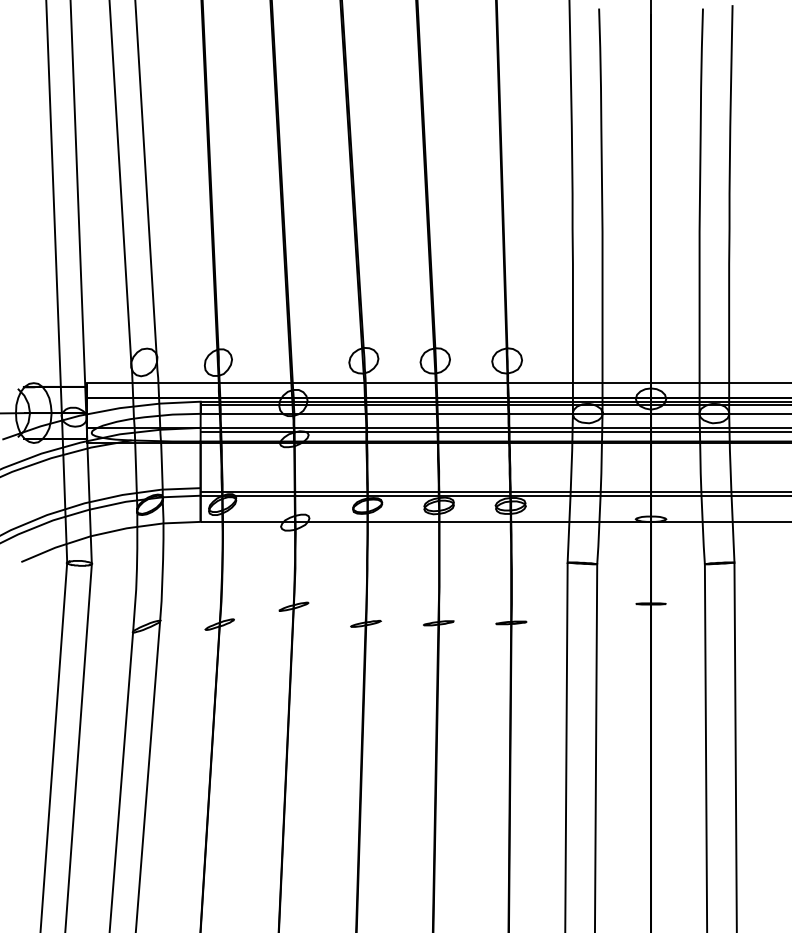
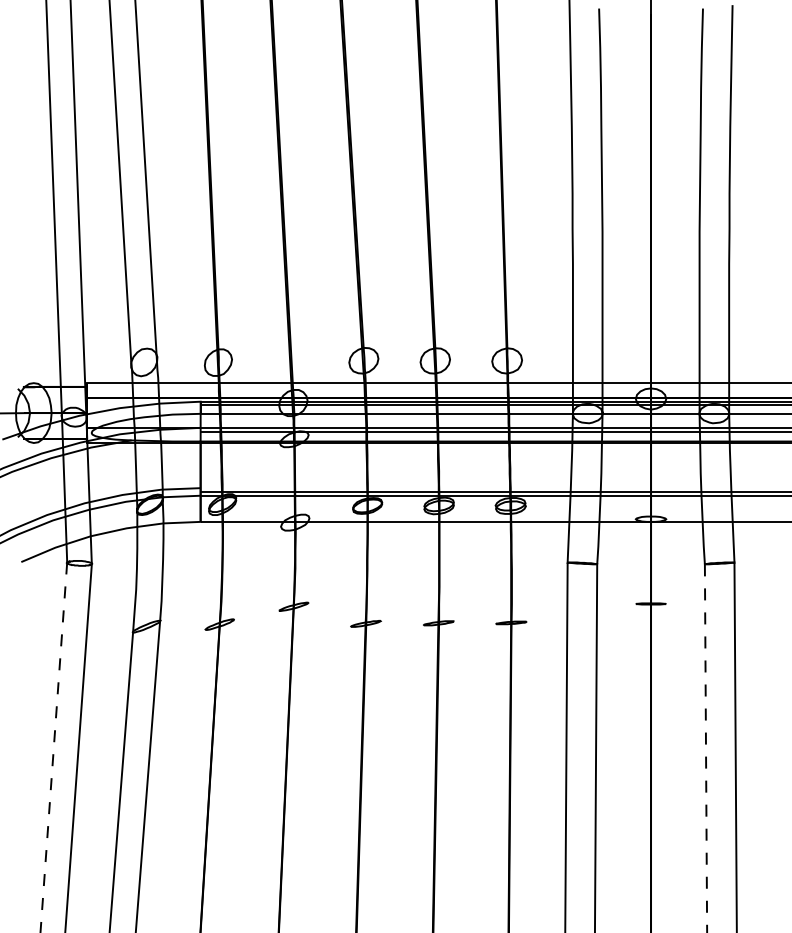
line at (53, 747): solid -> dashed
line at (706, 748): solid -> dashed
